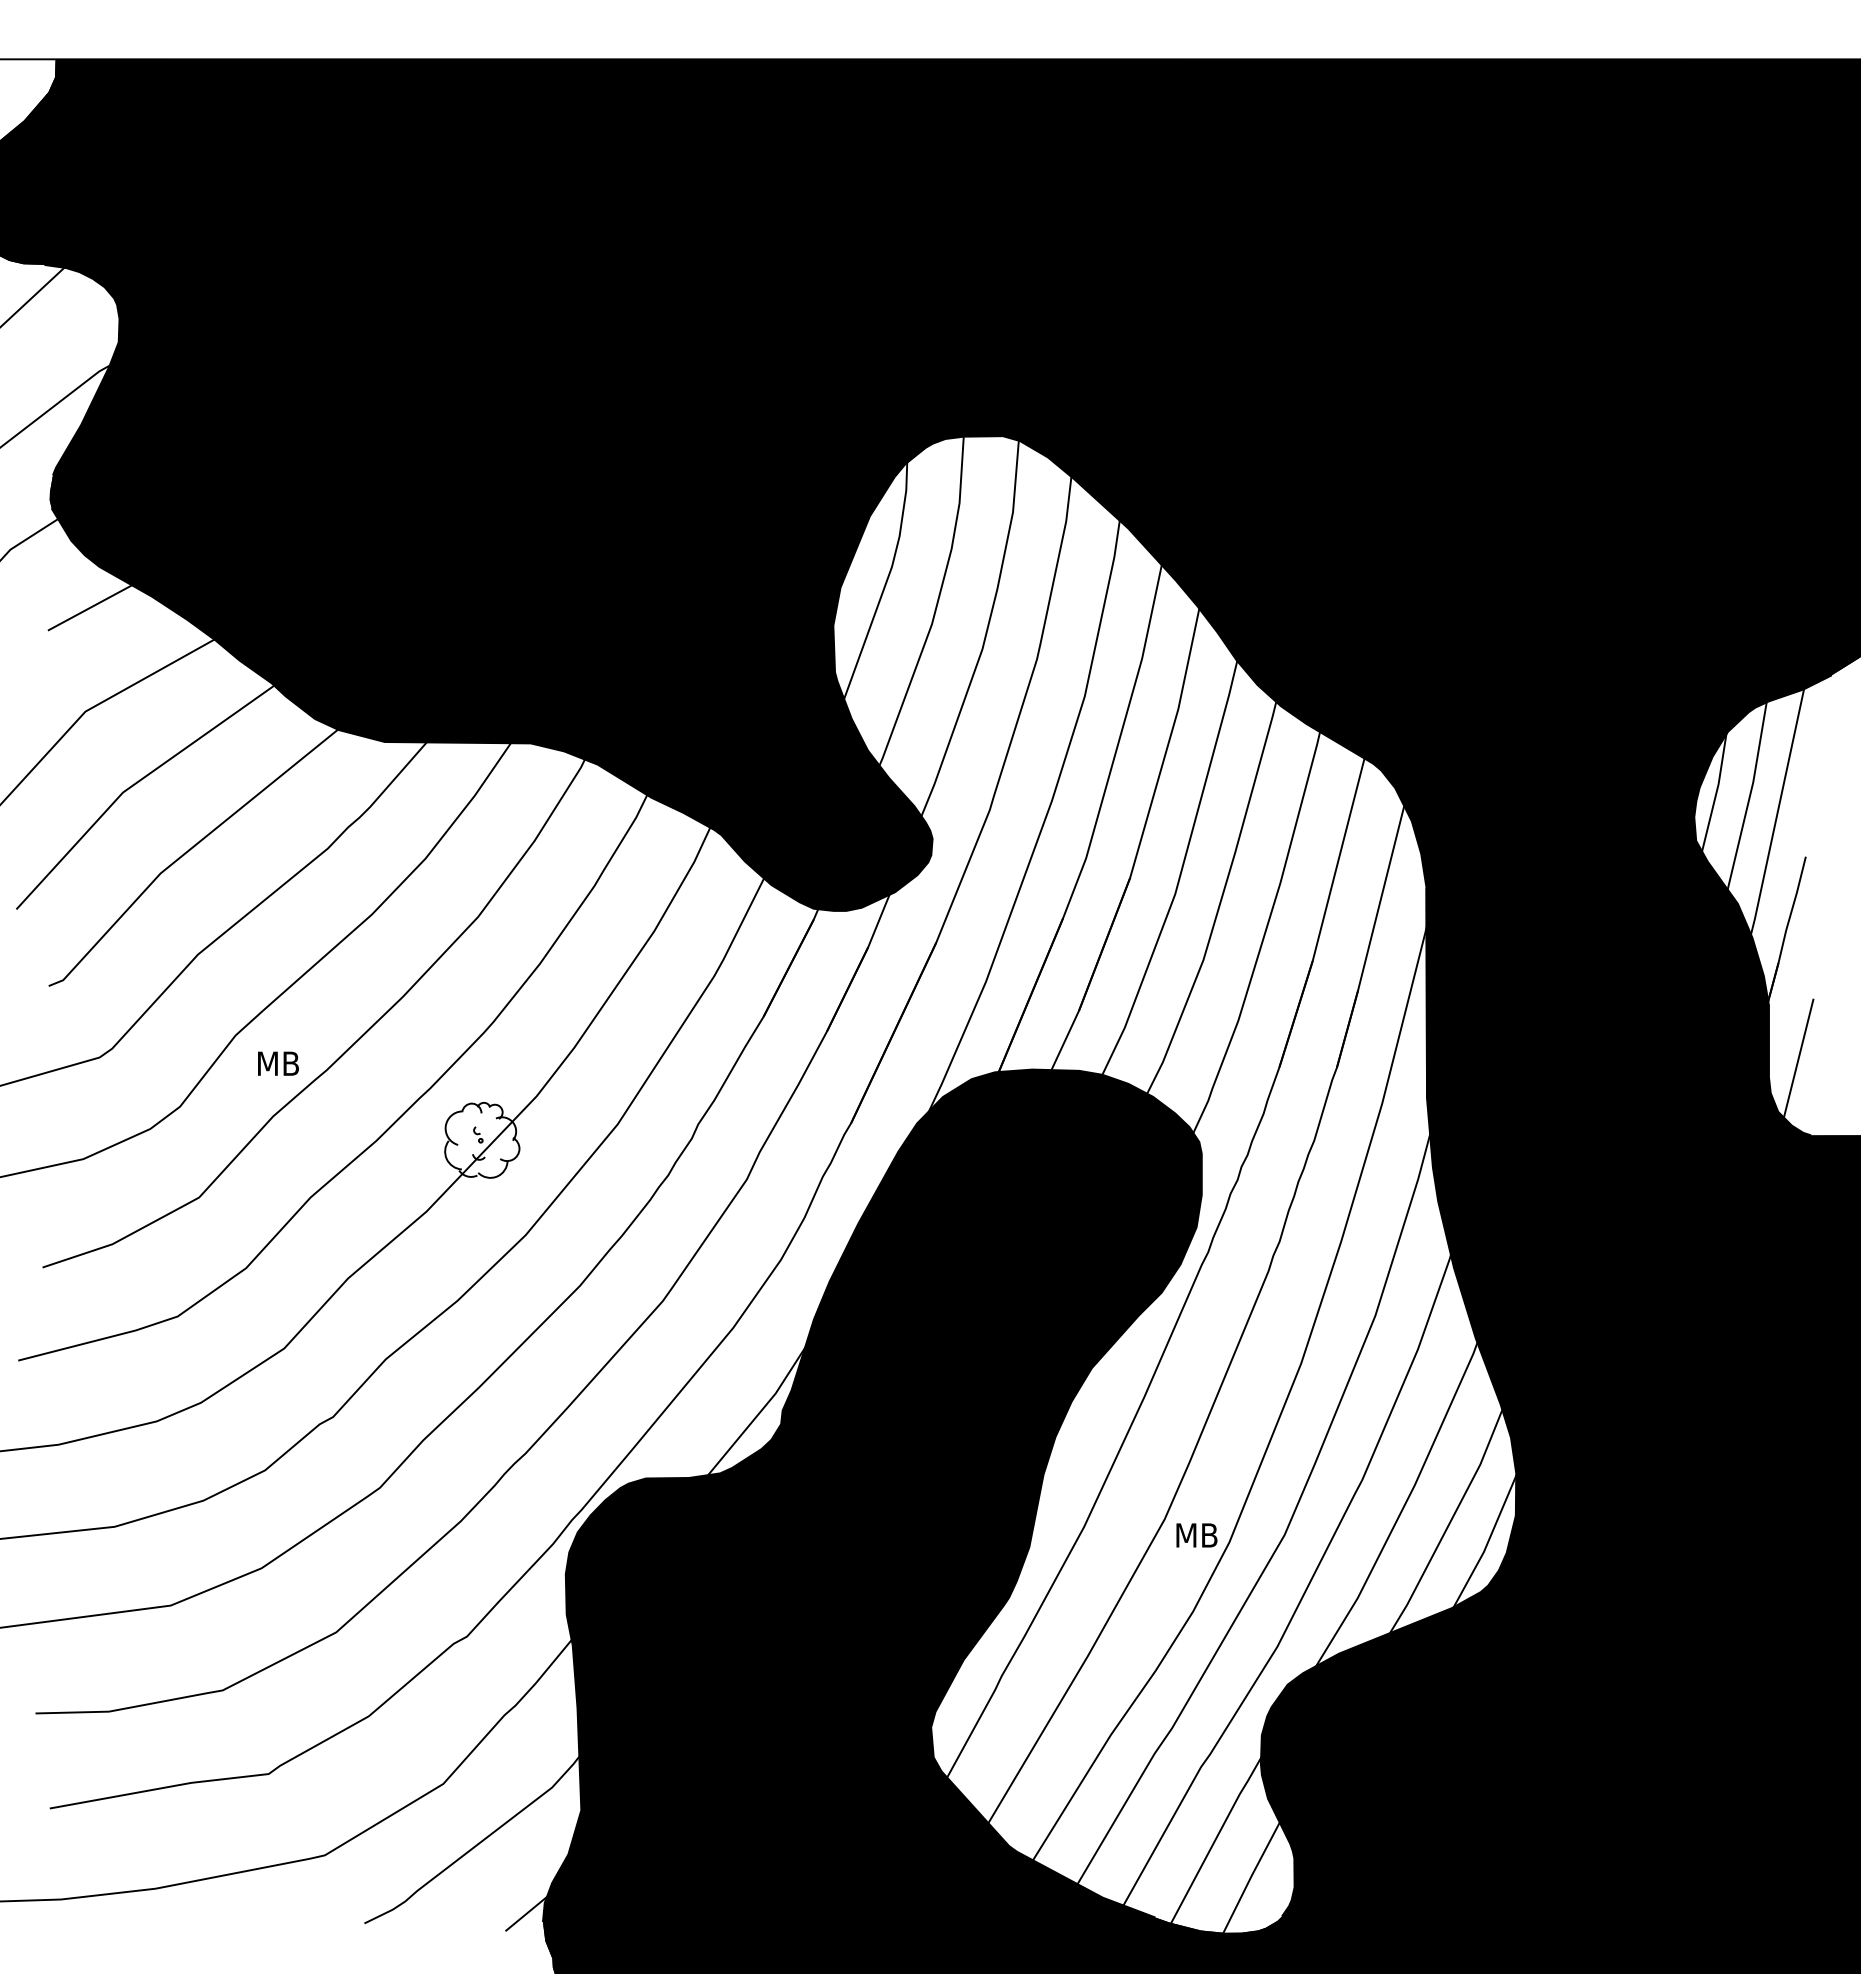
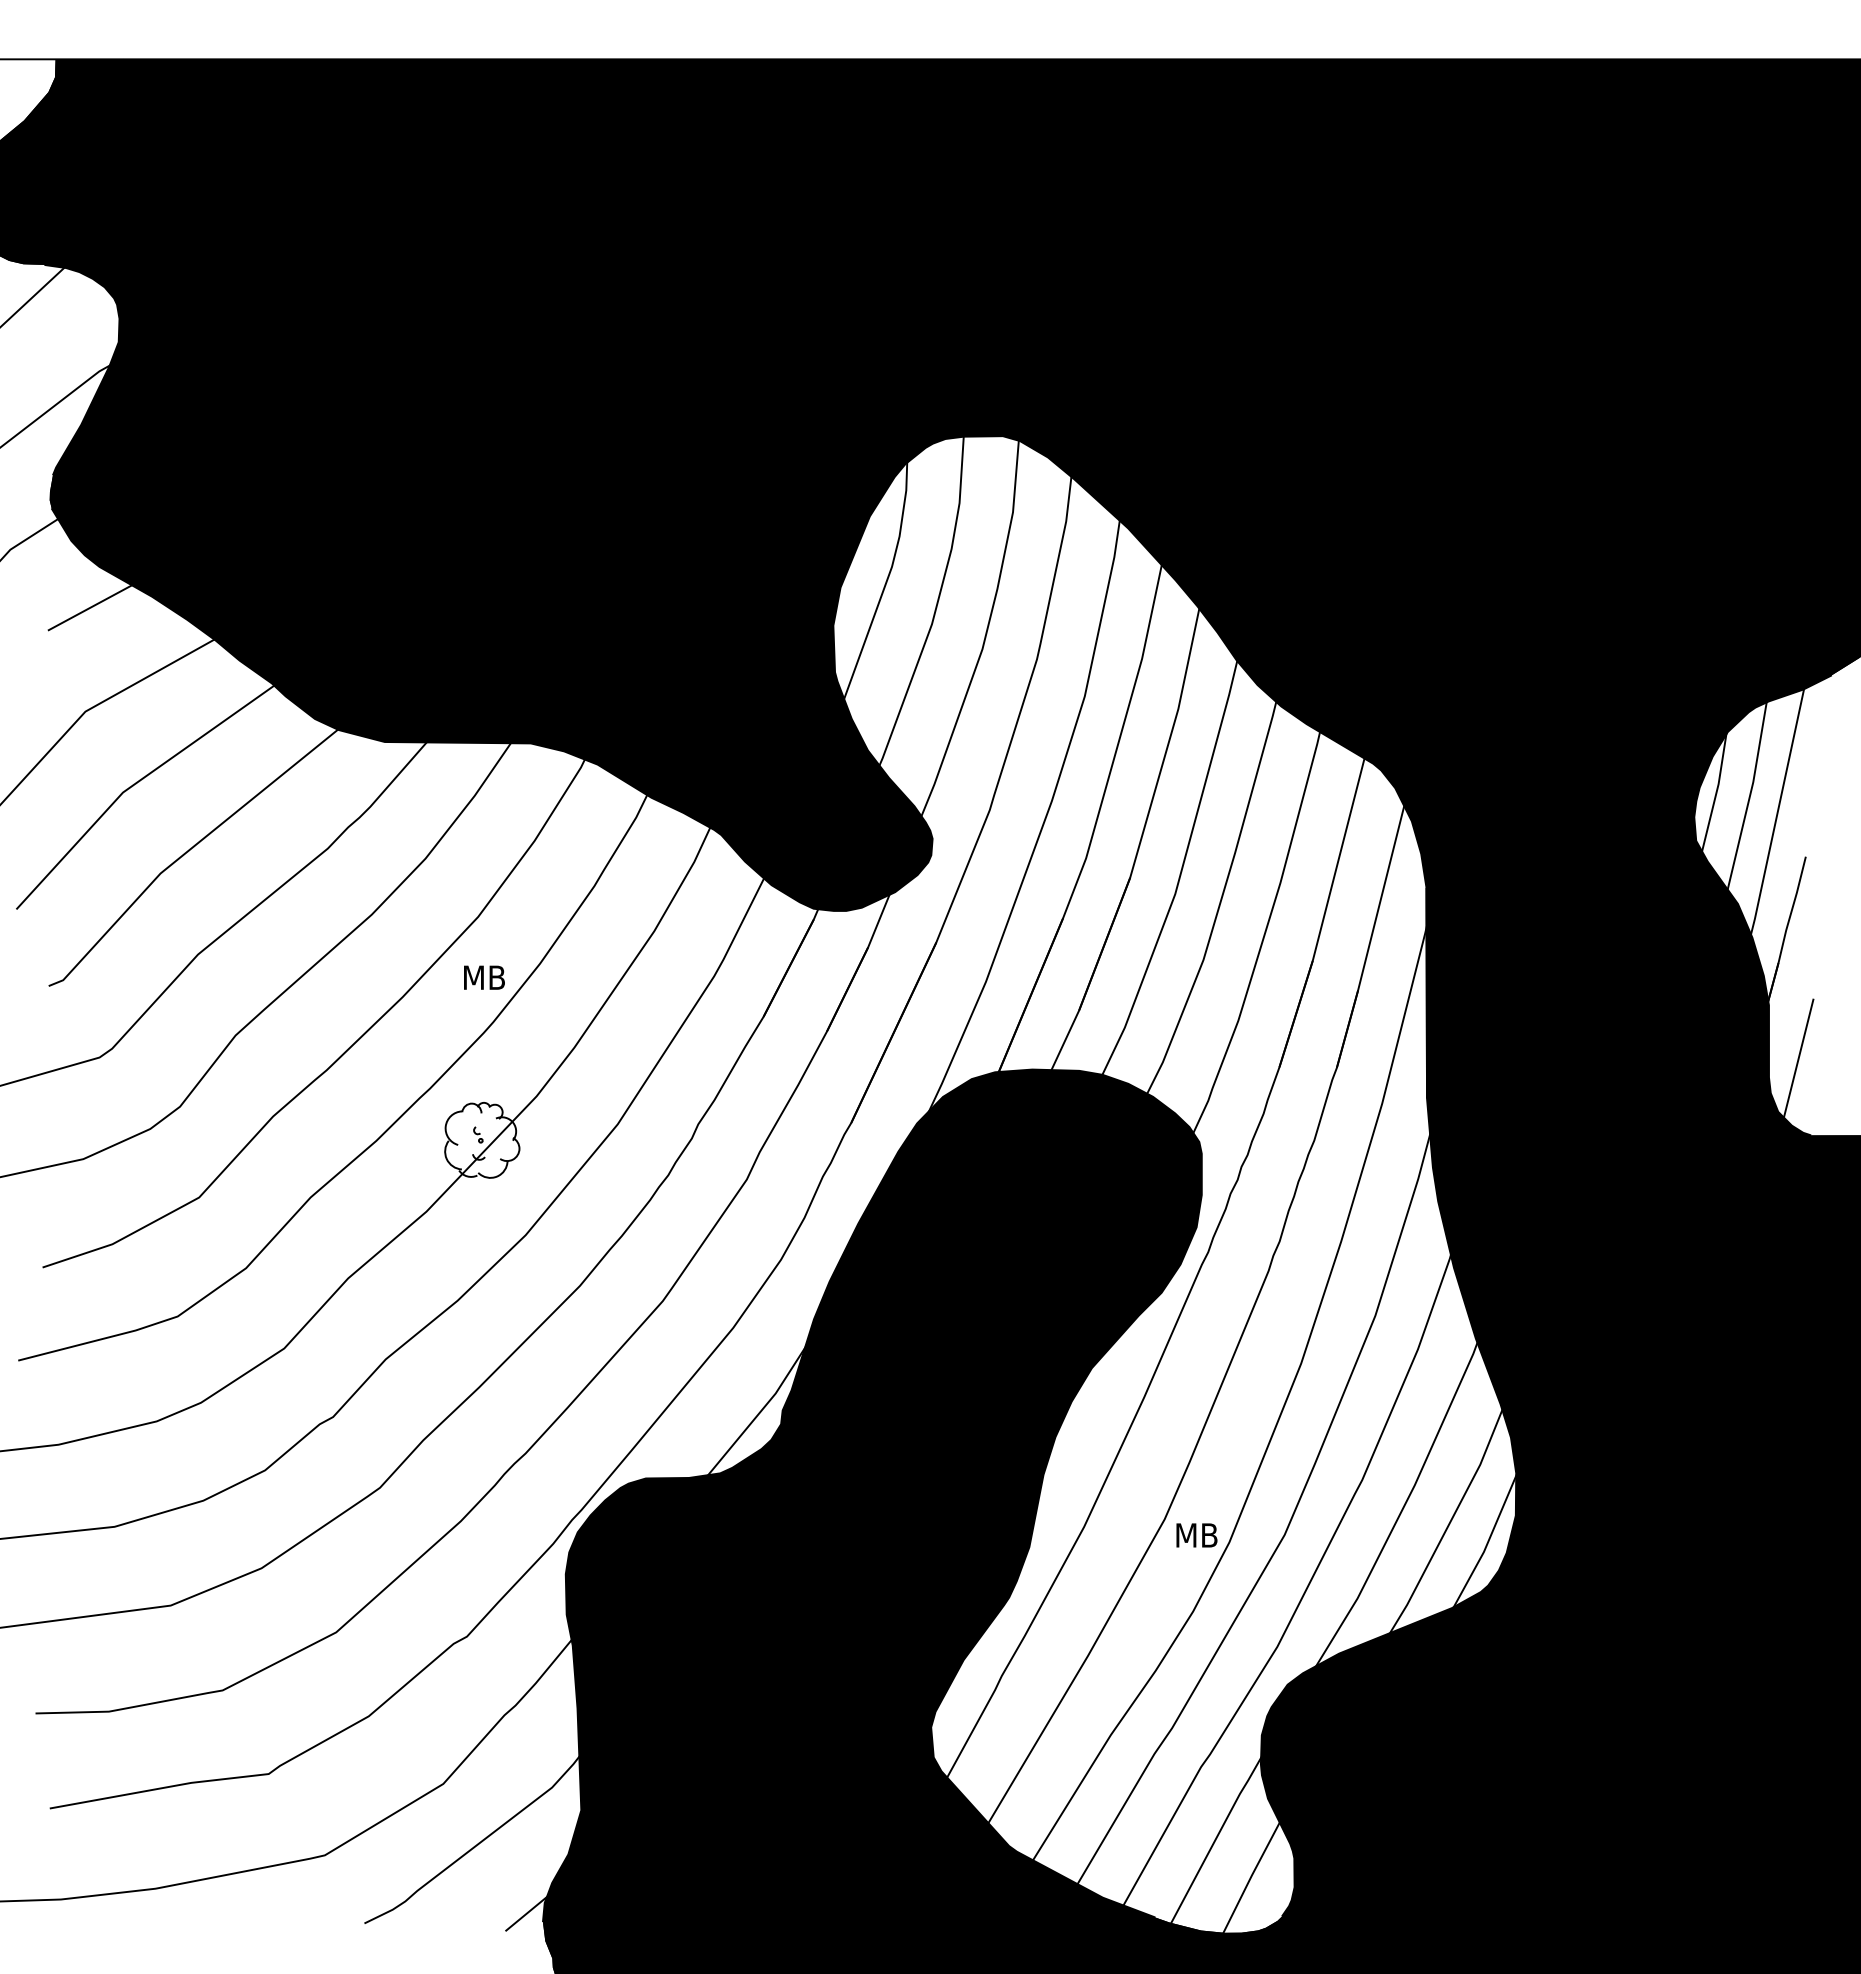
text at (278, 1063) position: (278, 1063) -> (484, 977)
